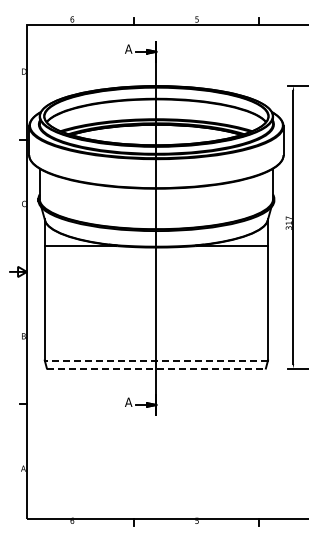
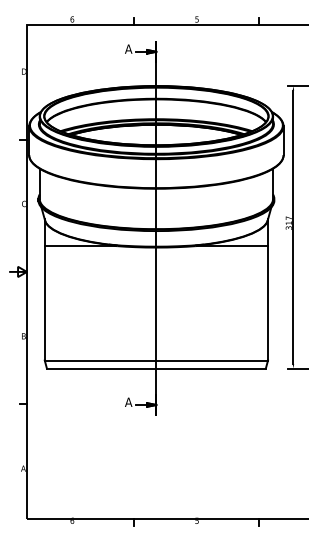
line at (156, 360): dashed -> solid
line at (156, 368): dashed -> solid
